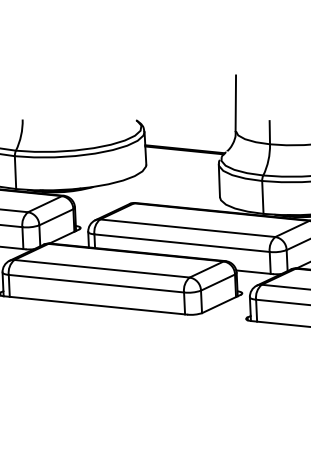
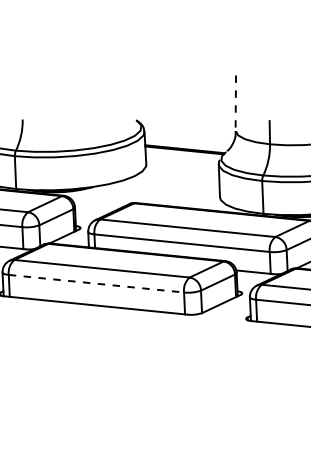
line at (235, 103): solid -> dashed
line at (96, 283): solid -> dashed
